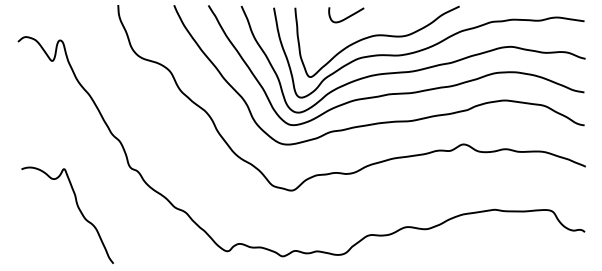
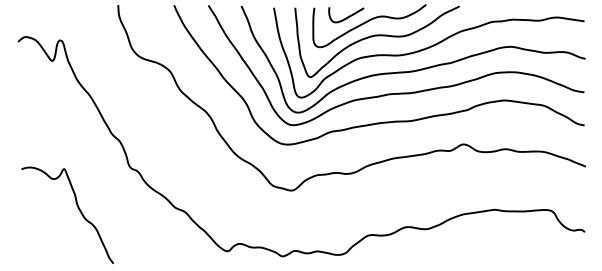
curve at (367, 22): none -> present
